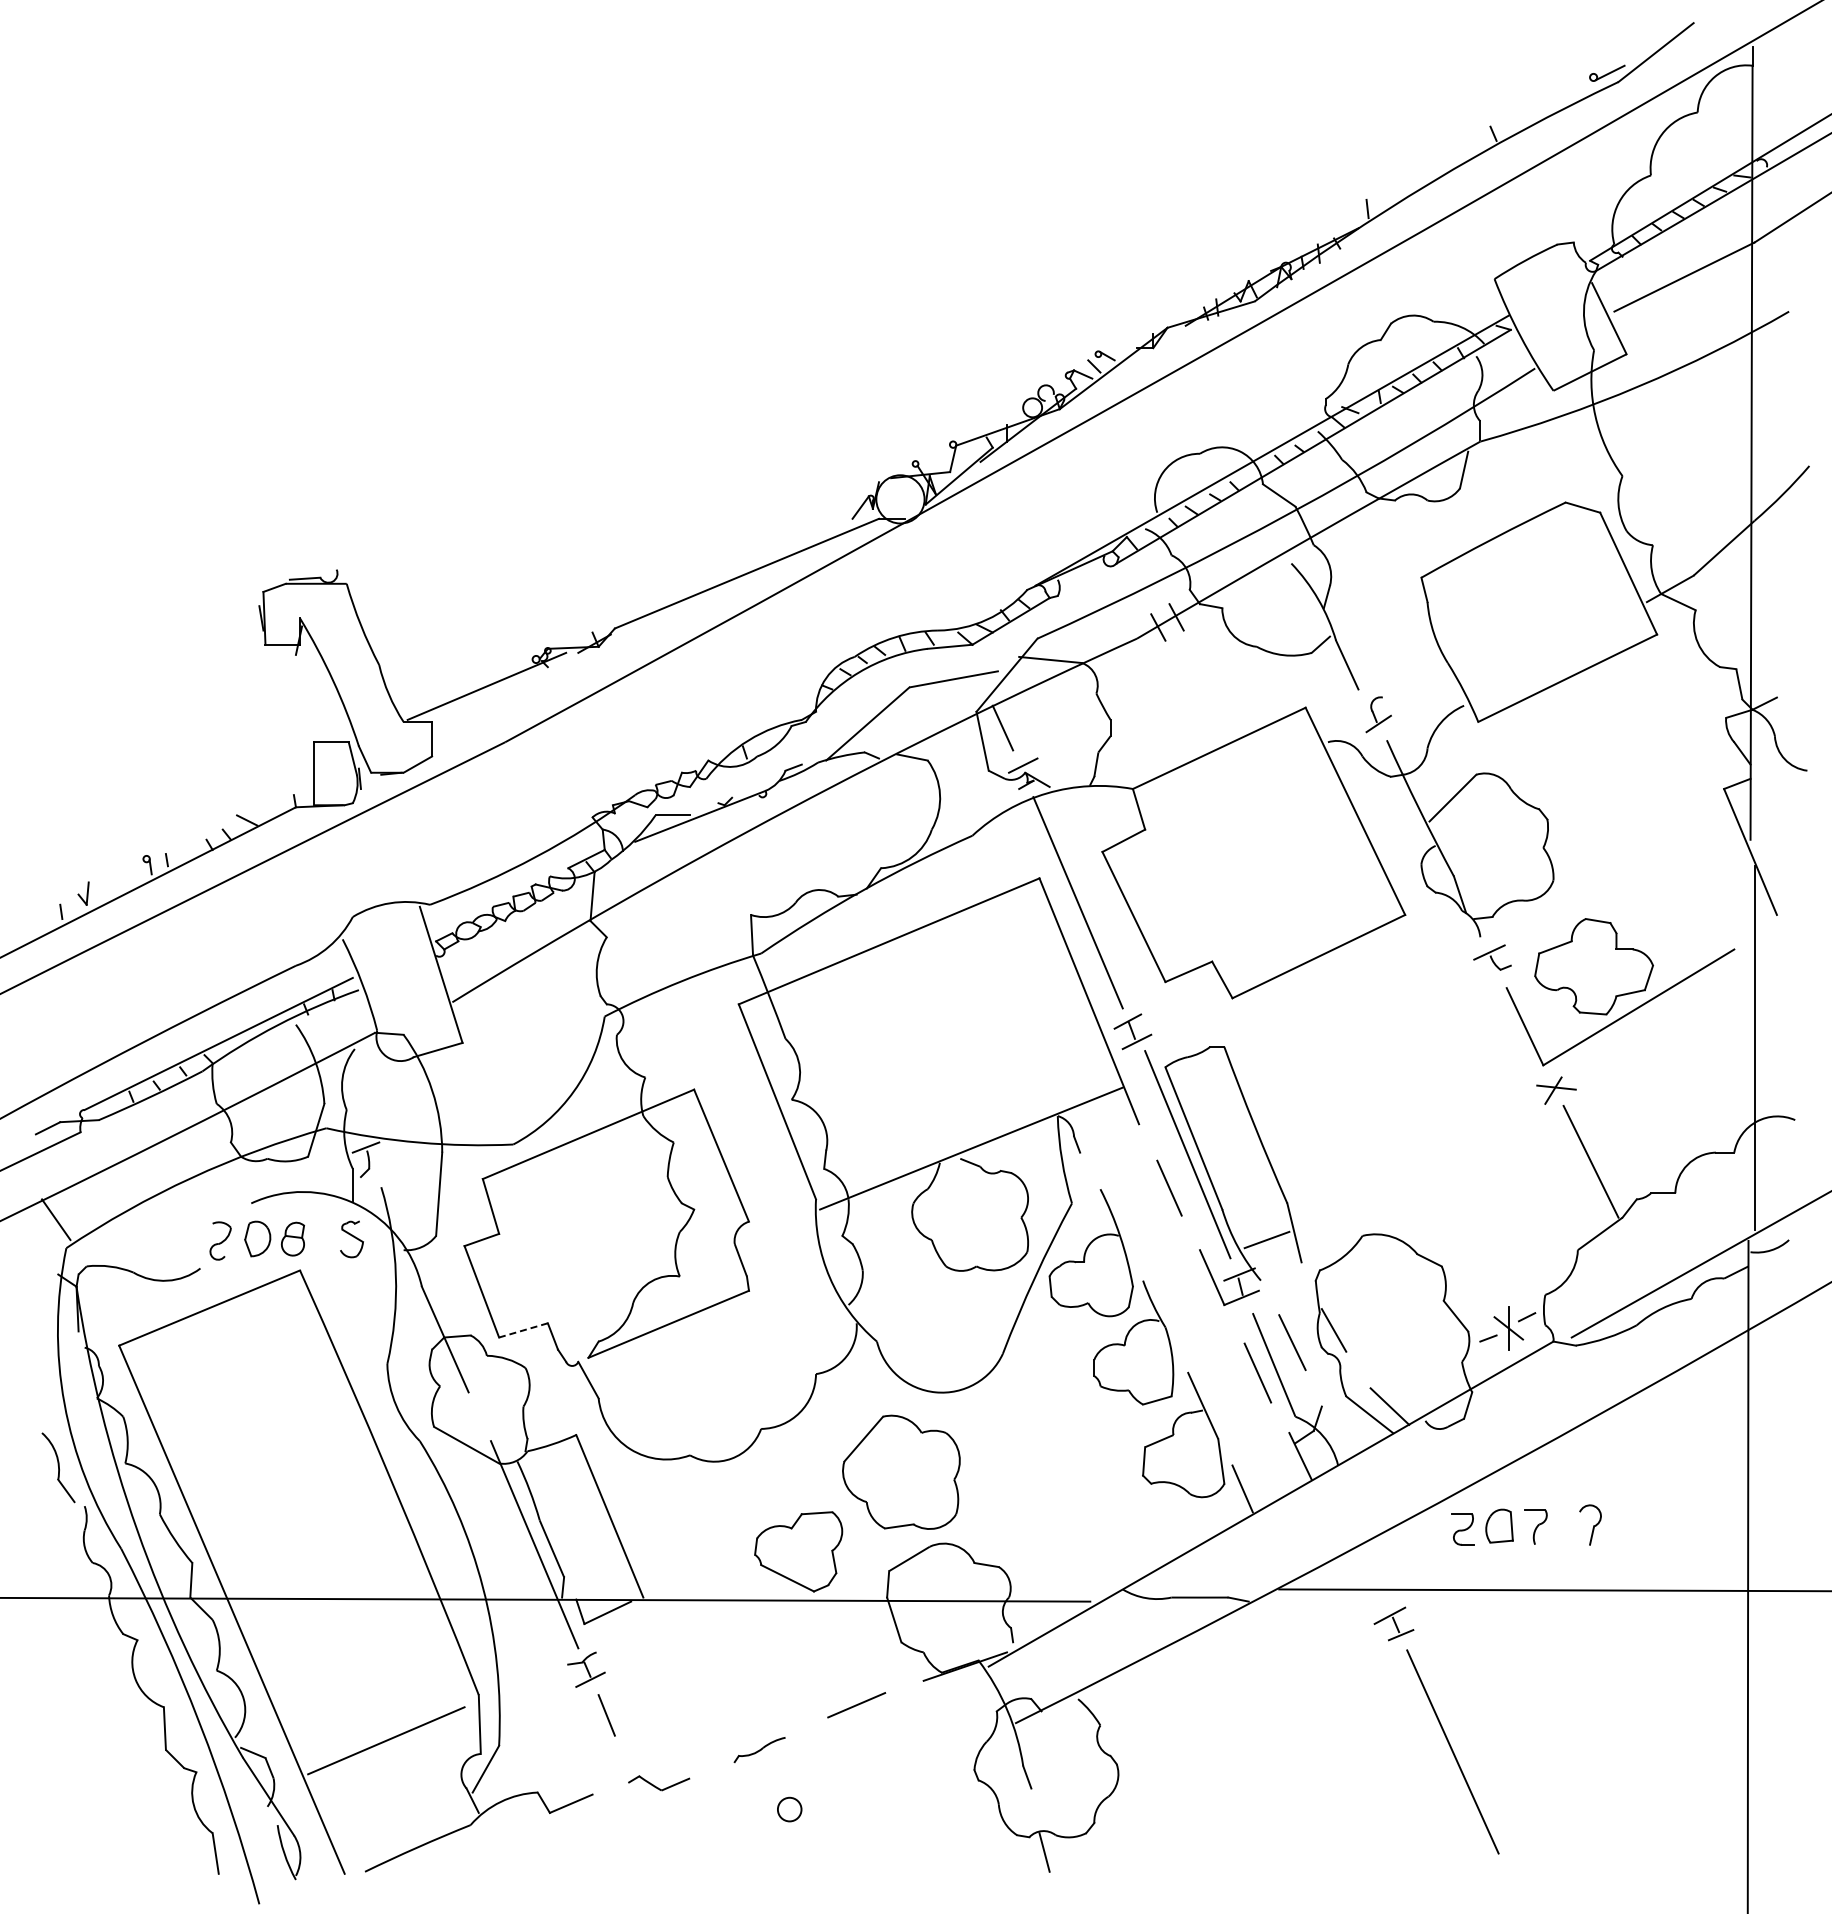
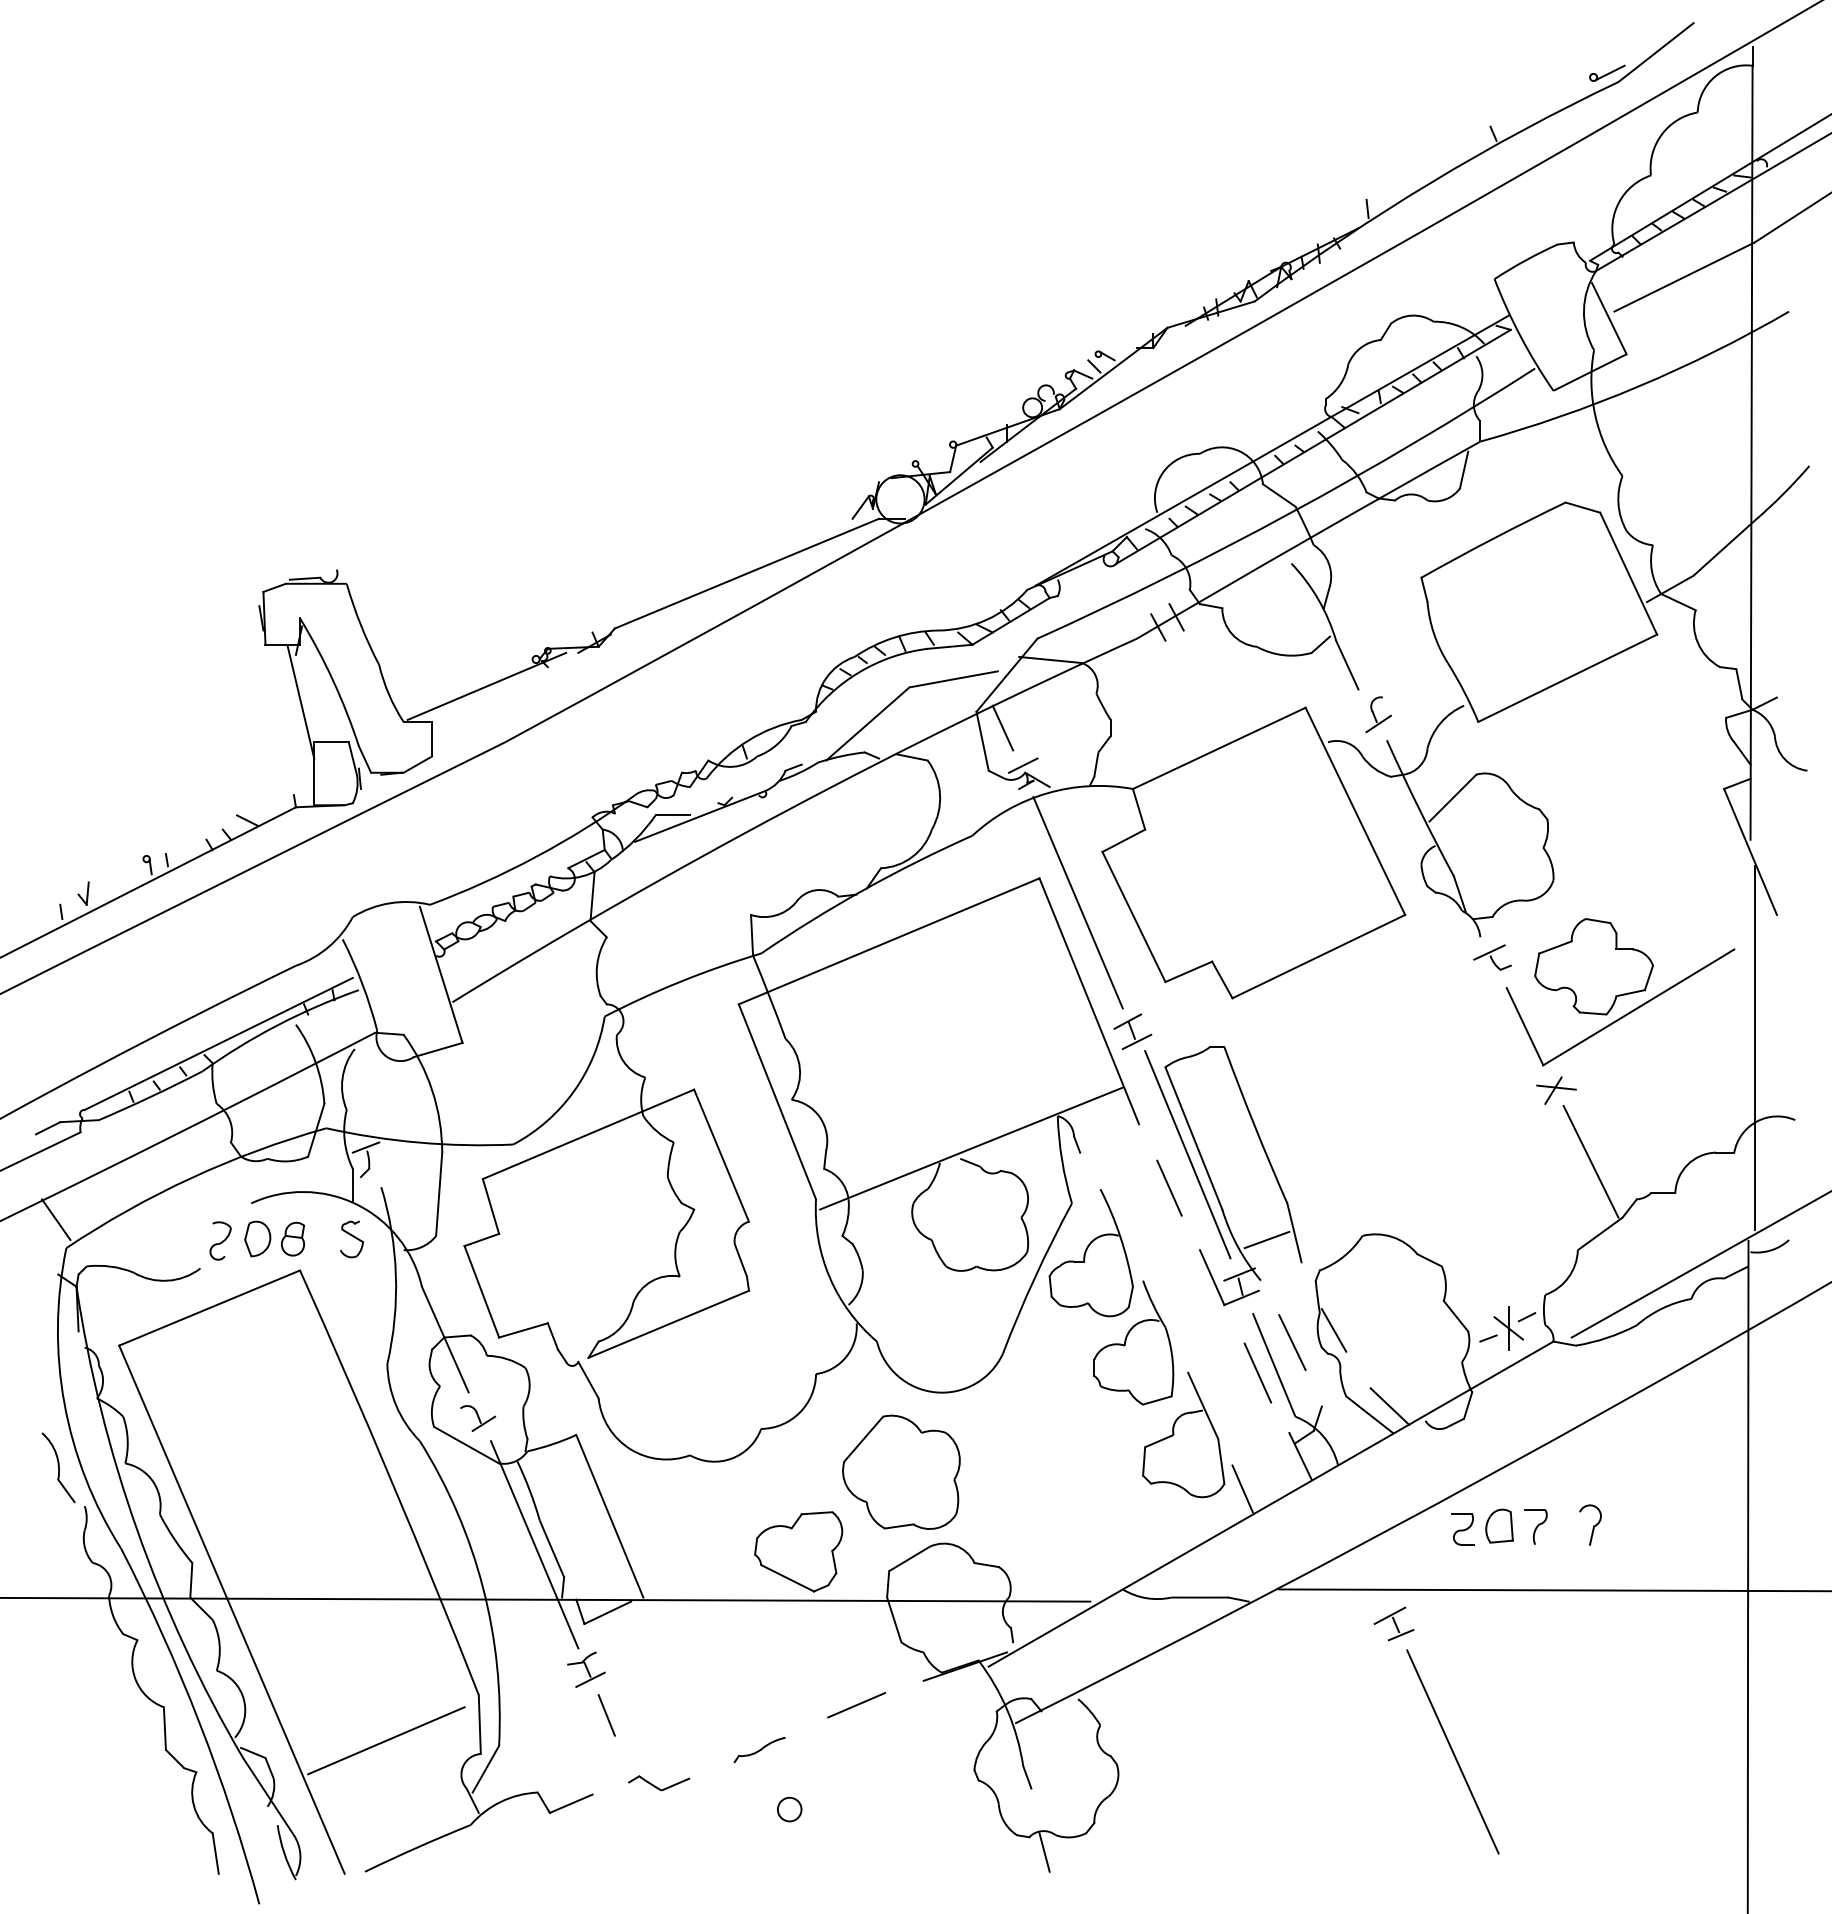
line at (300, 702): none -> present
line at (523, 1330): dashed -> solid
part at (477, 1418): none -> present
